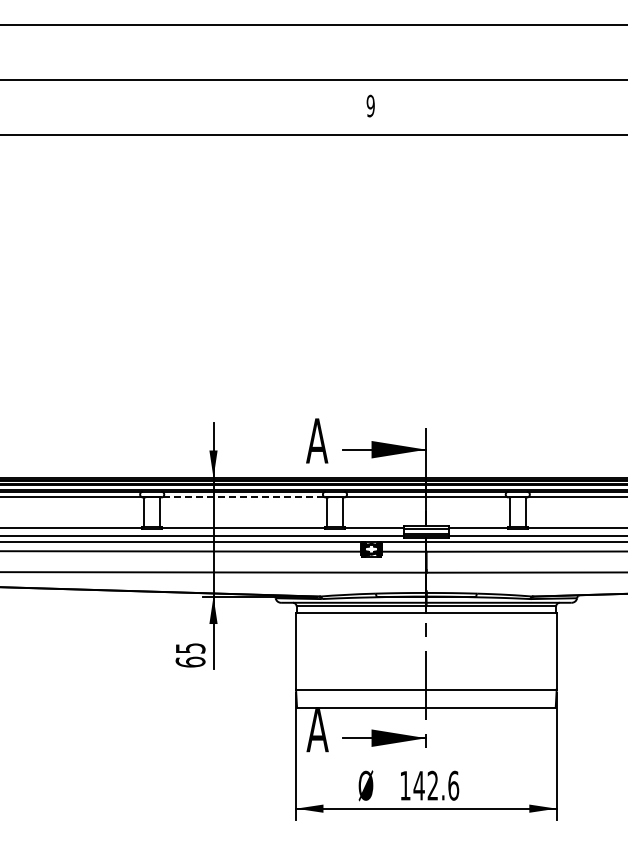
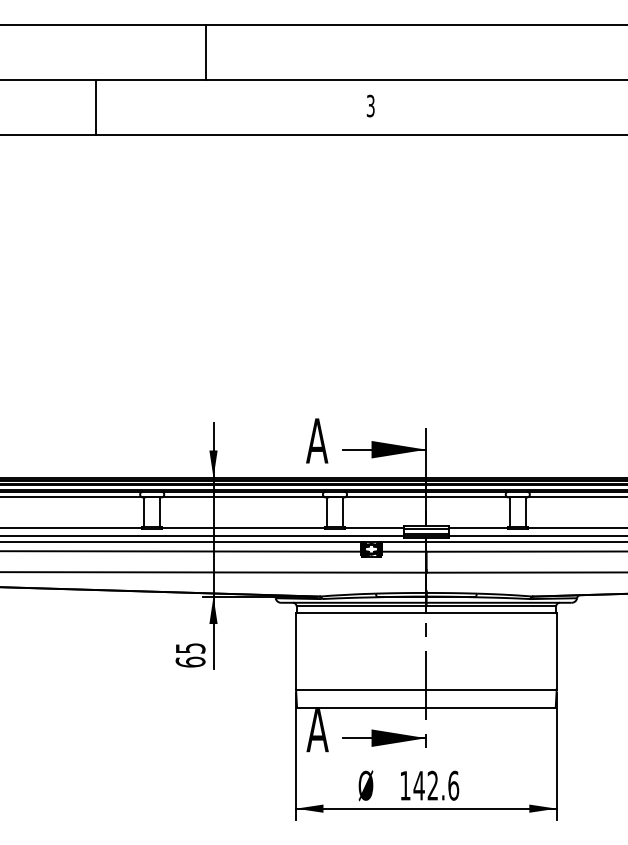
line at (206, 52): none -> present
text at (370, 105): 9 -> 3
line at (96, 107): none -> present
line at (243, 497): dashed -> solid
